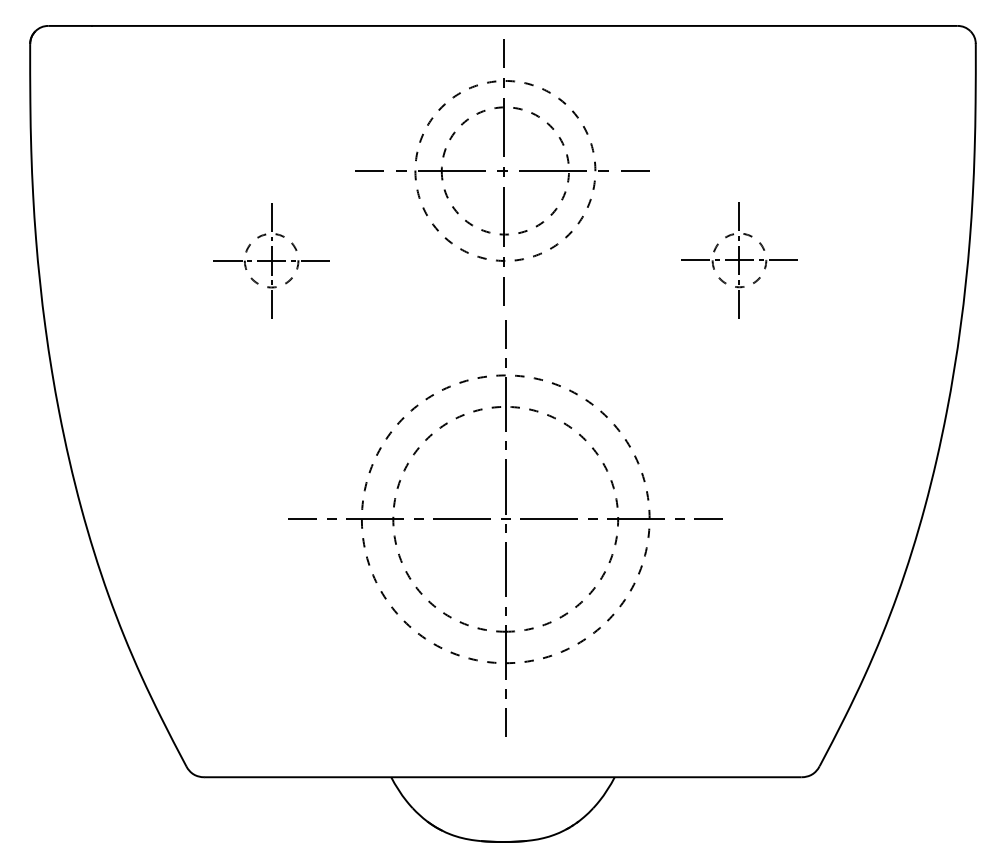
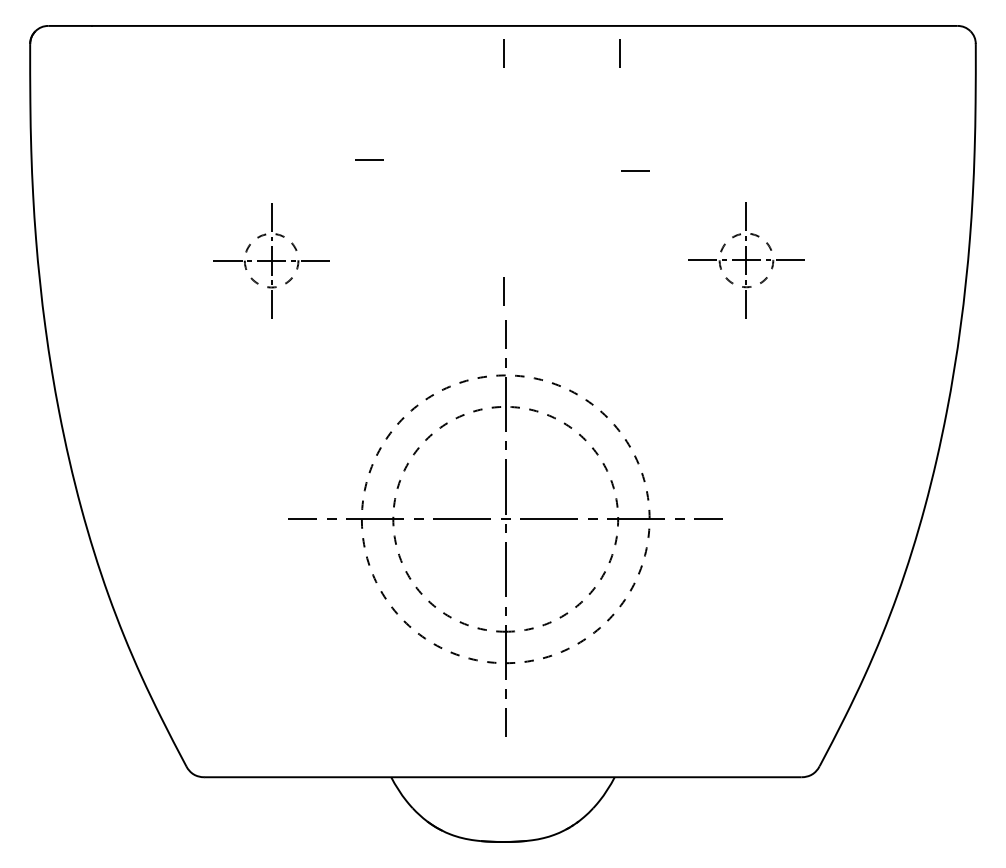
line at (619, 53): none -> present
line at (369, 170) position: (369, 170) -> (369, 159)
part at (502, 172): present -> none
part at (739, 260) position: (739, 260) -> (746, 260)
